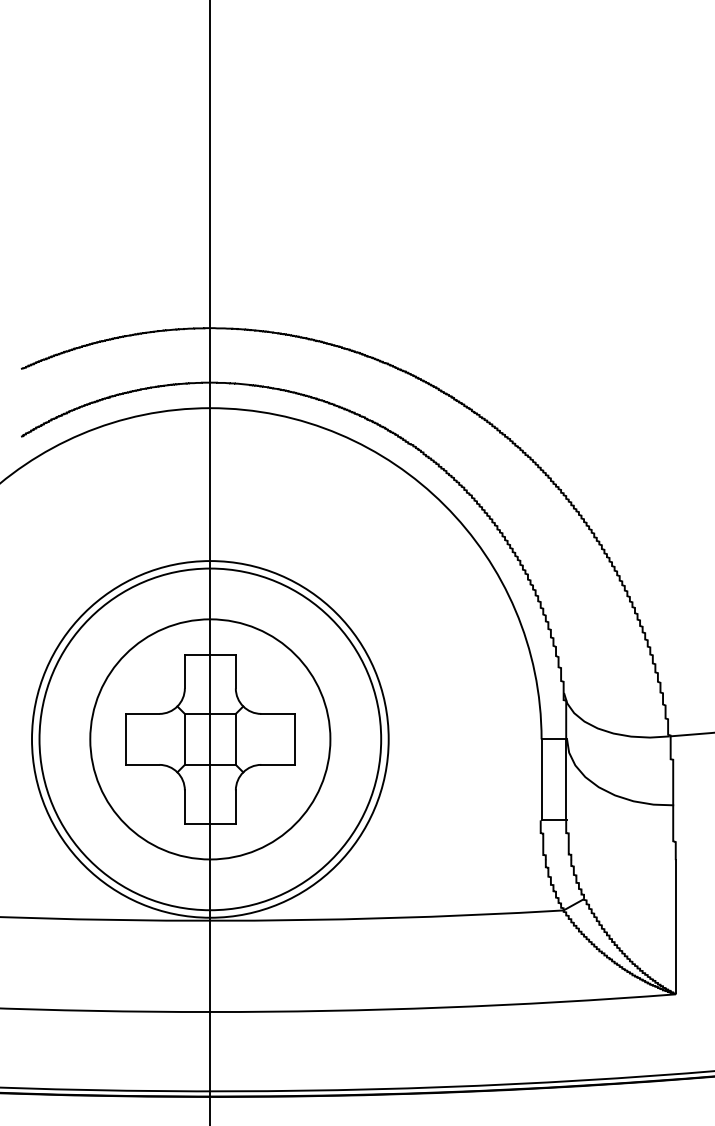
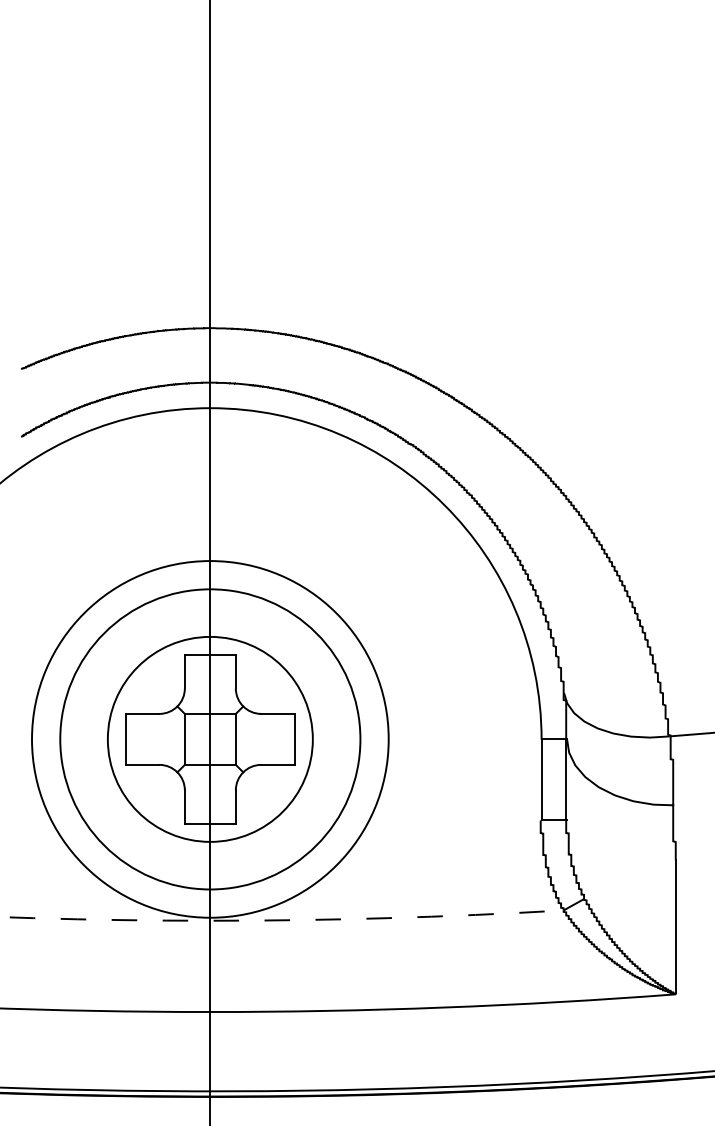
circle at (210, 739) diameter: 240 px -> 300 px
circle at (210, 739) diameter: 342 px -> 205 px
arc at (282, 920): solid -> dashed
